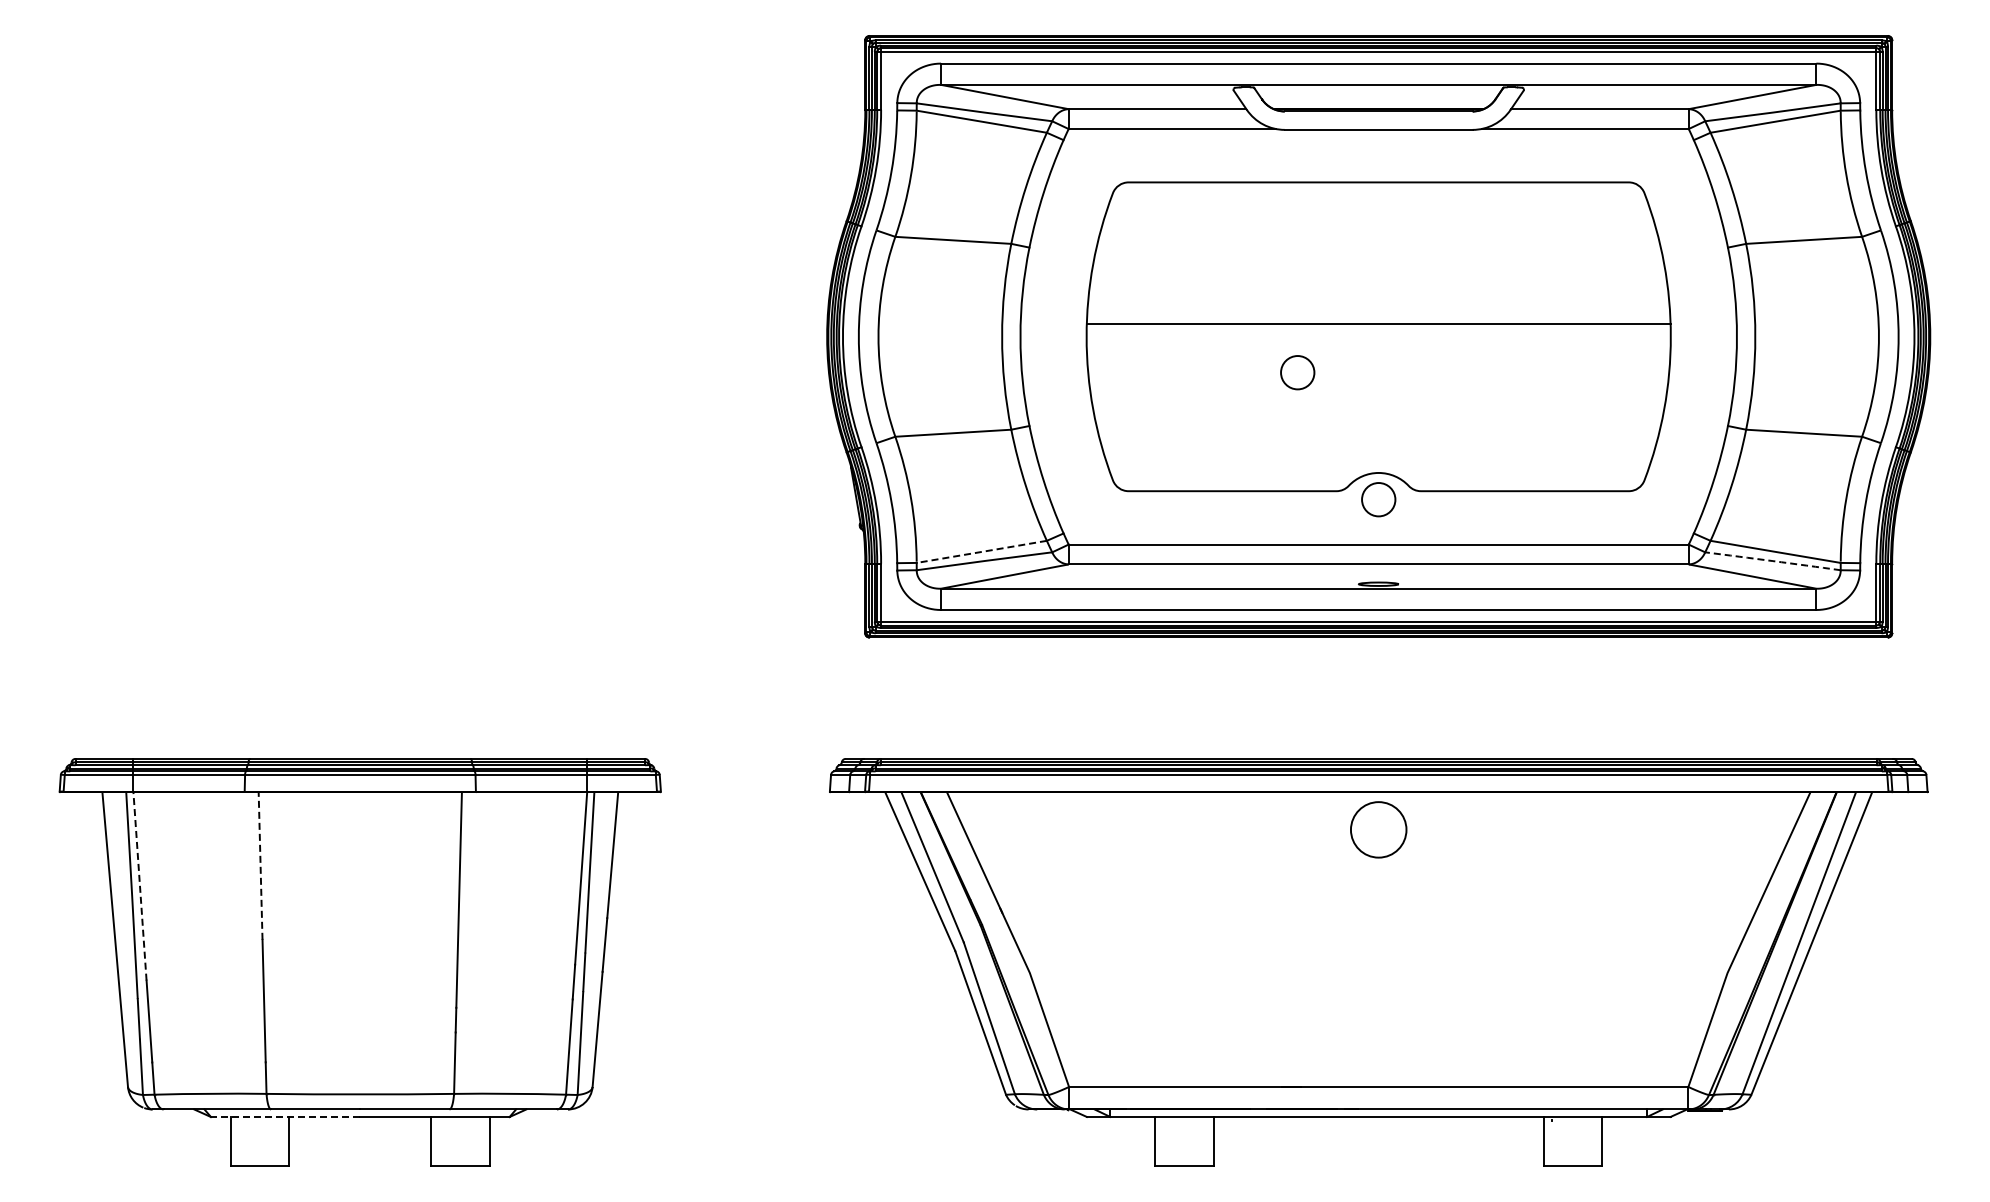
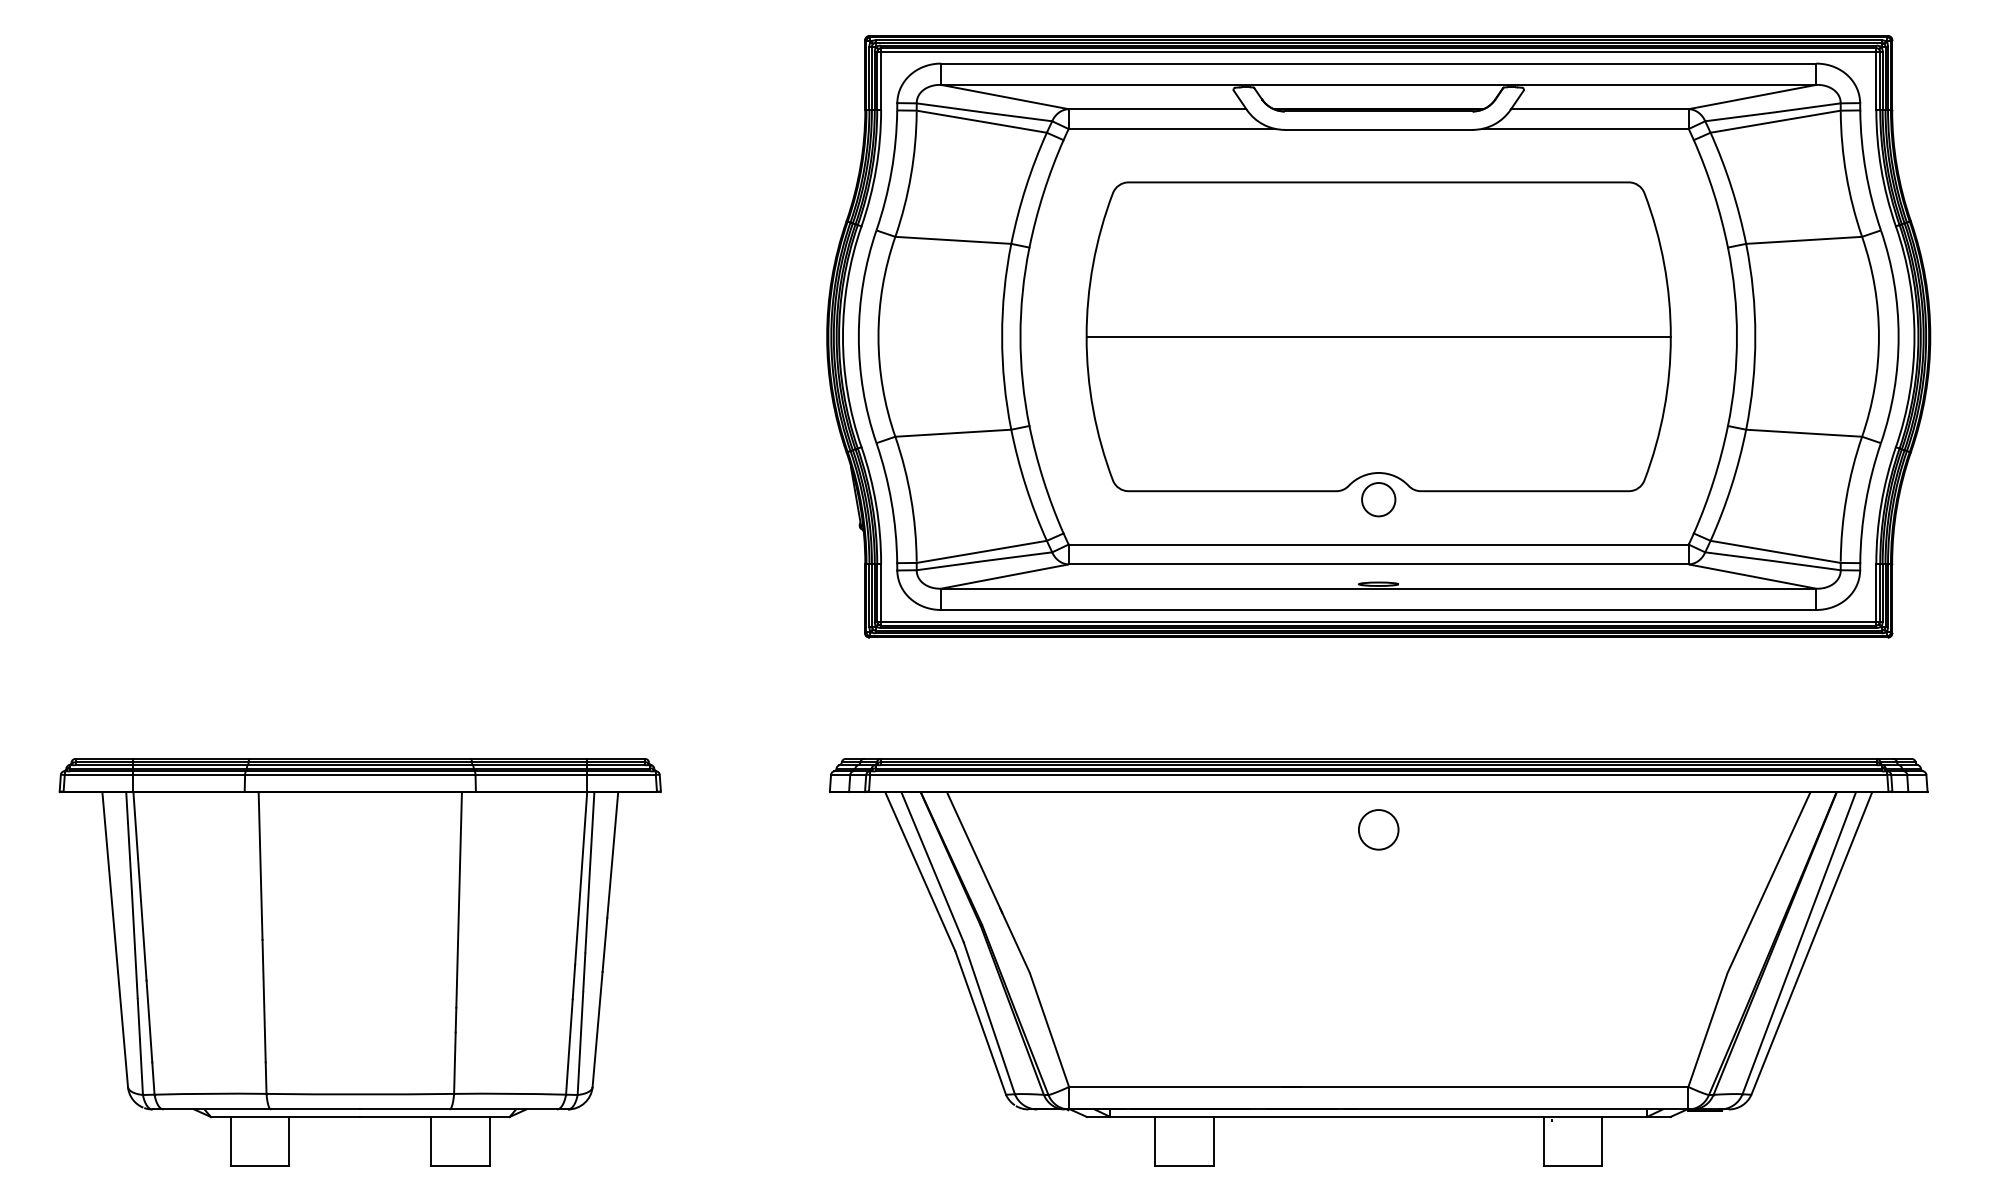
line at (1378, 323) position: (1378, 323) -> (1378, 336)
circle at (1297, 372): present -> none
line at (981, 551): dashed -> solid
arc at (1772, 561): dashed -> solid
circle at (1378, 829) diameter: 56 px -> 40 px
line at (260, 866): dashed -> solid
line at (139, 885): dashed -> solid
line at (285, 1116): dashed -> solid
